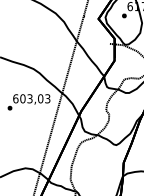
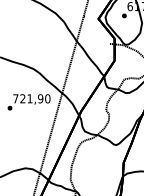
text at (31, 98): 603,03 -> 721,90
